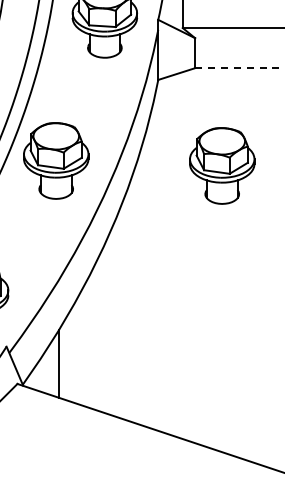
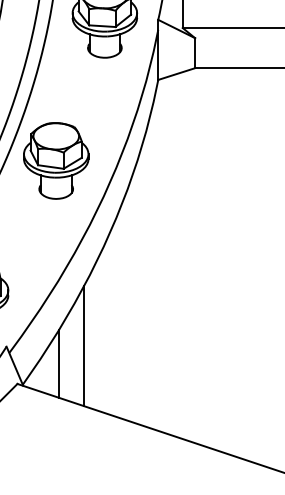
line at (239, 68): dashed -> solid
part at (222, 165): present -> none
line at (84, 345): none -> present
